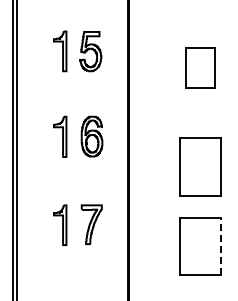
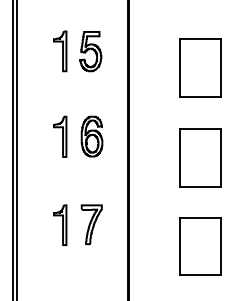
part at (200, 67) size: 31x42 px -> 43x60 px
part at (200, 166) position: (200, 166) -> (200, 157)
line at (220, 246): dashed -> solid
